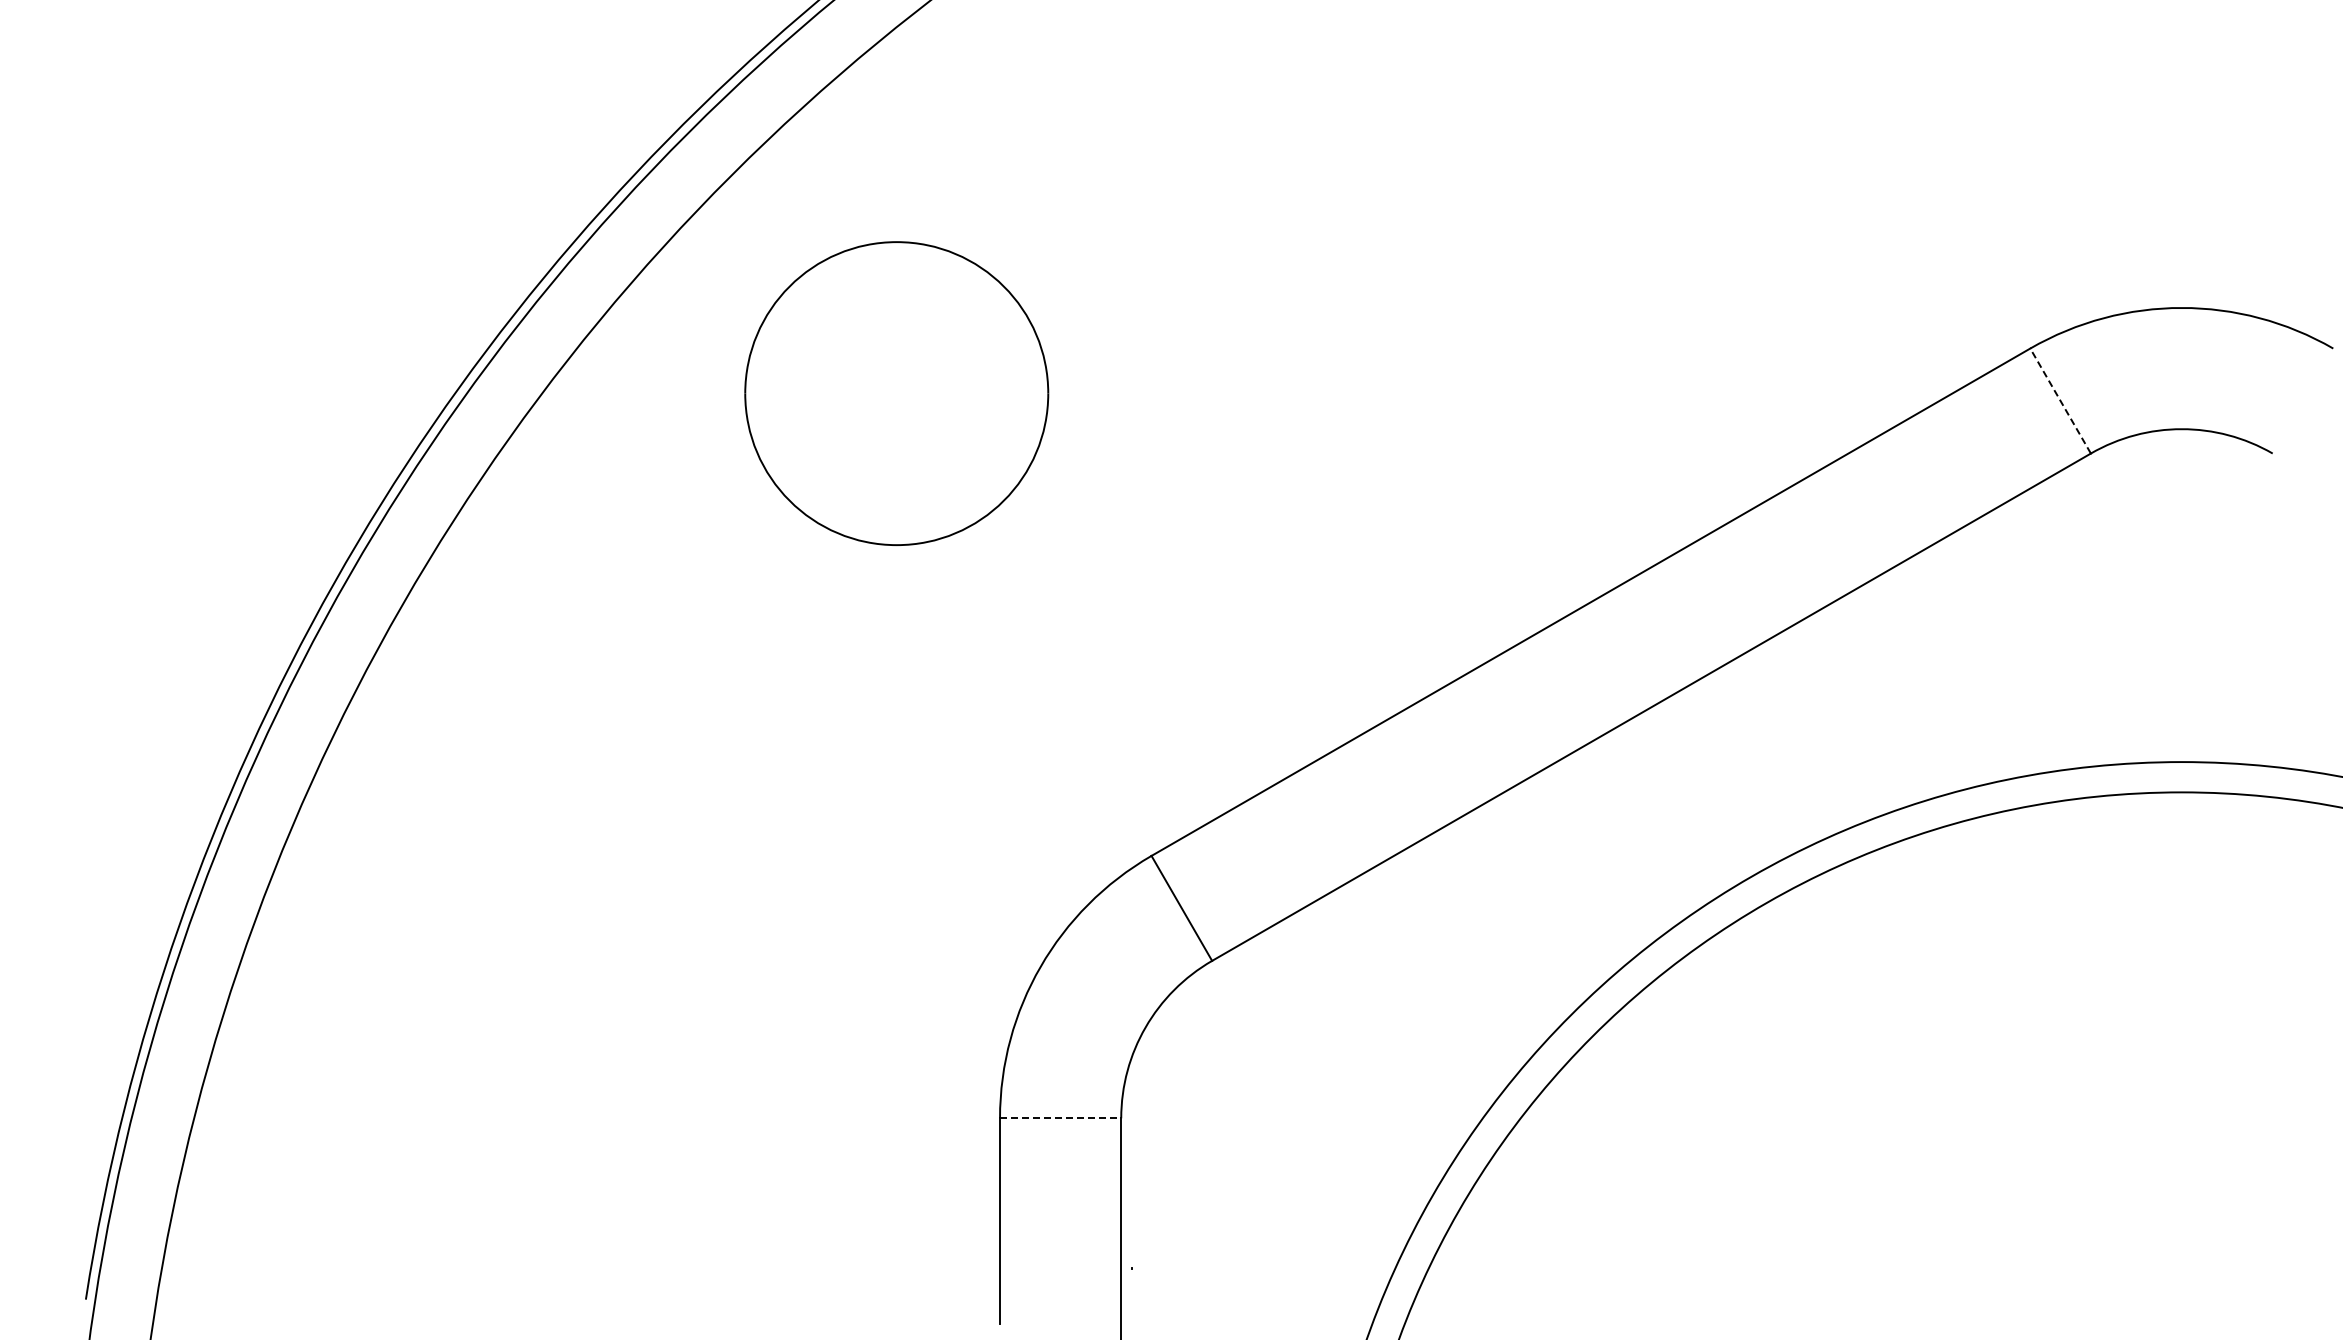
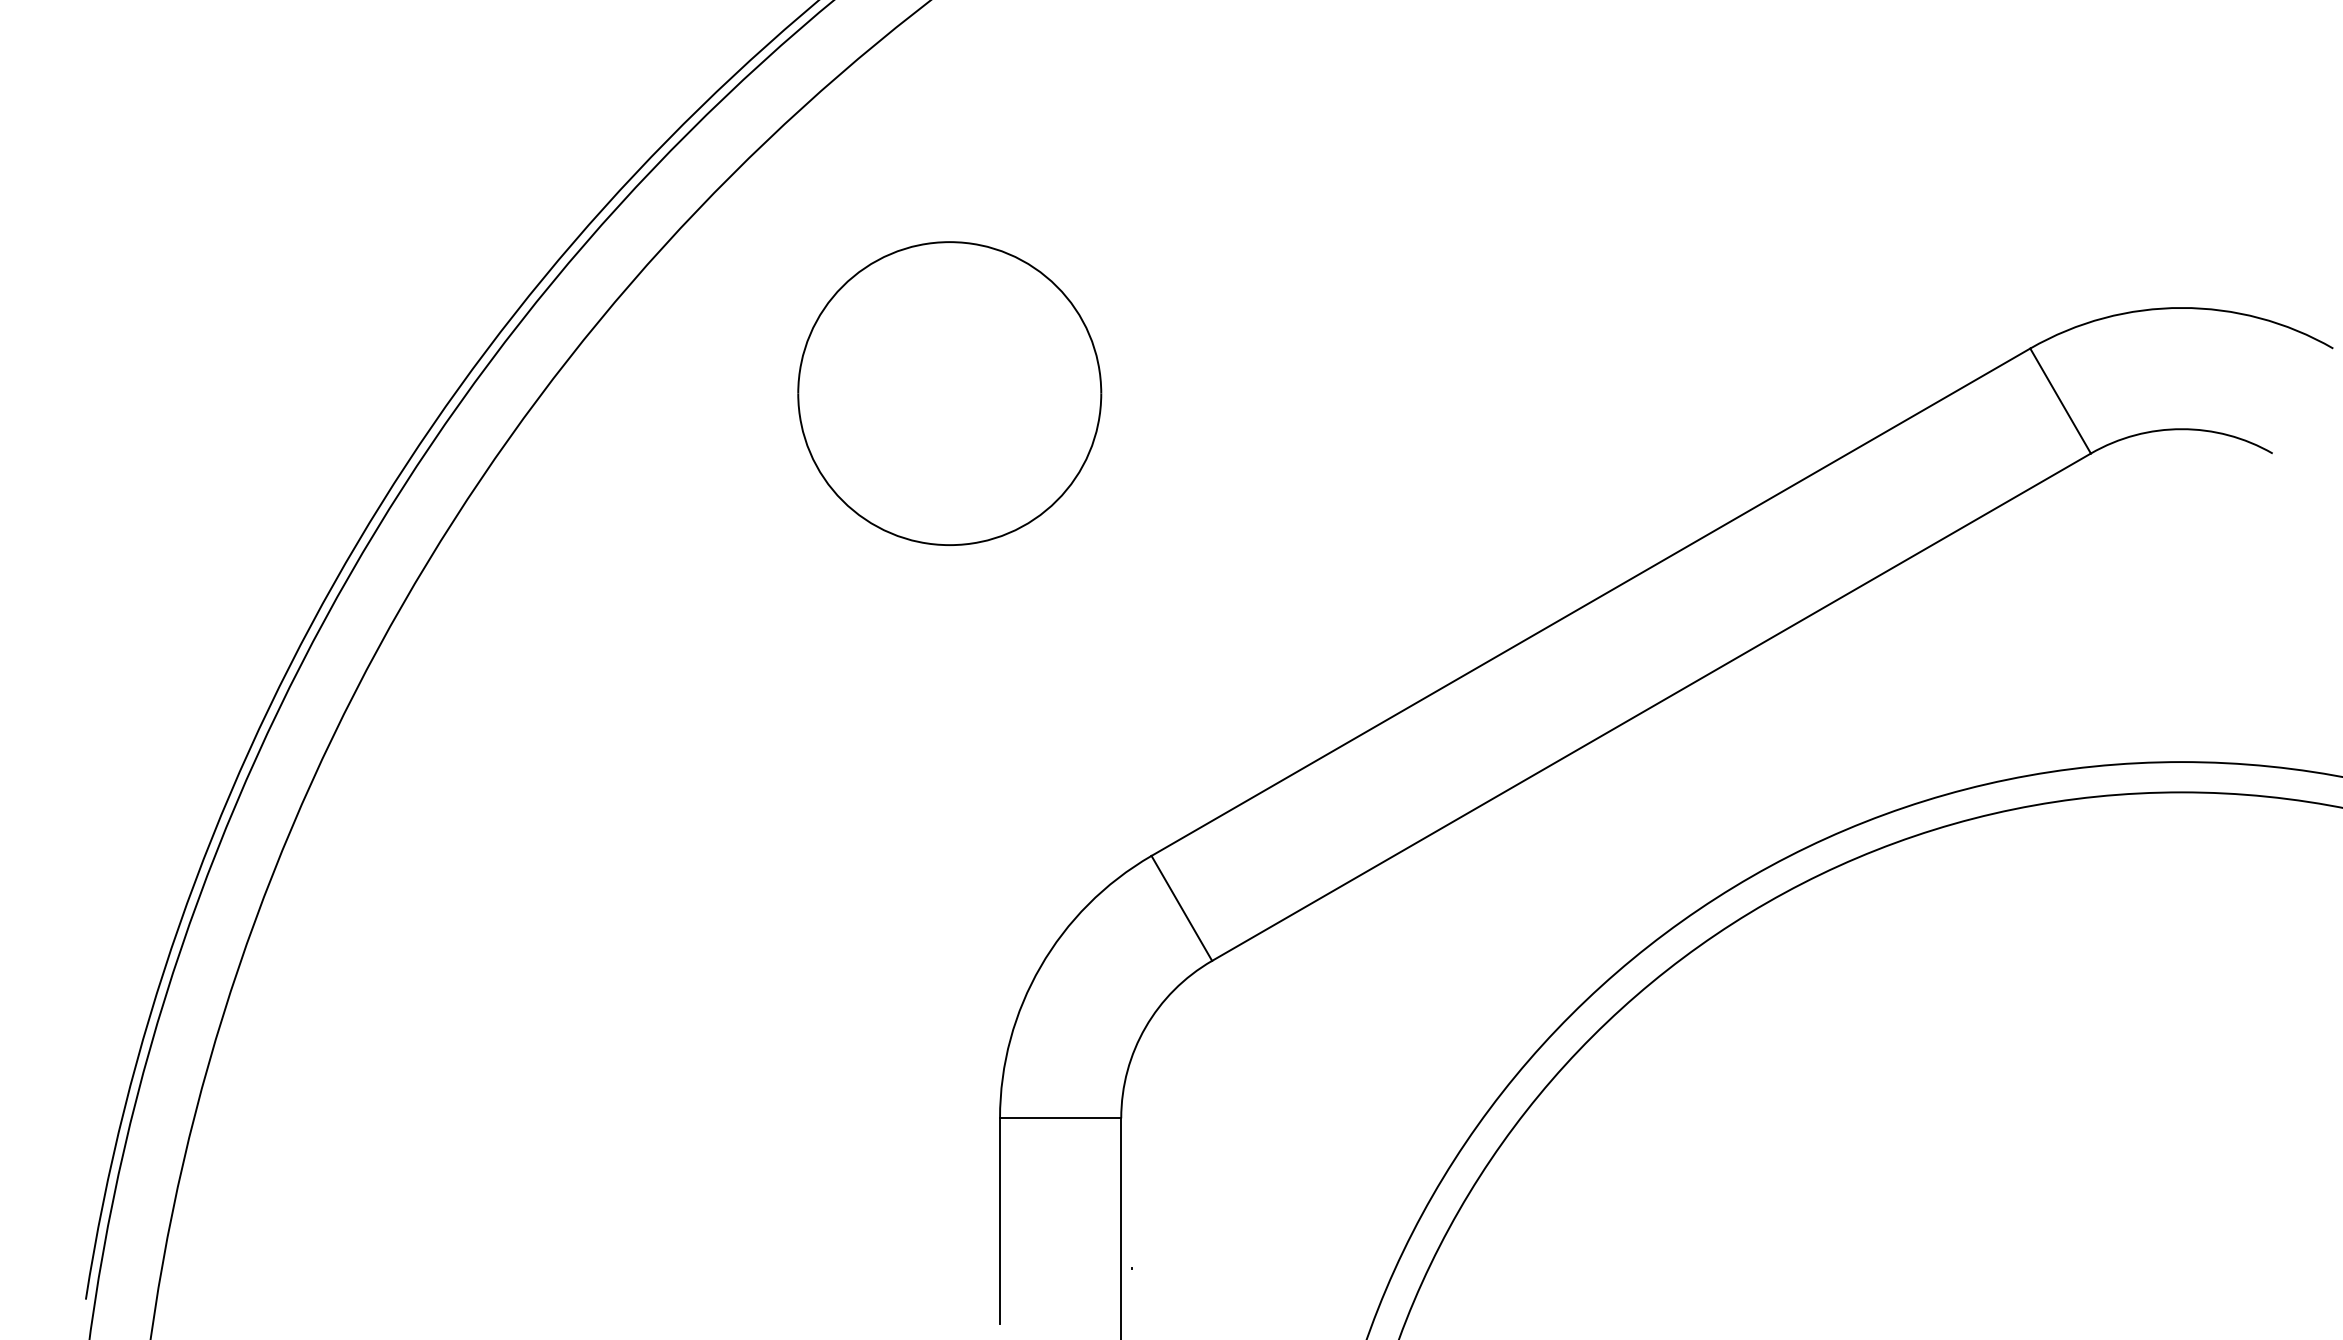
part at (896, 393) position: (896, 393) -> (949, 393)
line at (2060, 400): dashed -> solid
line at (1060, 1118): dashed -> solid
